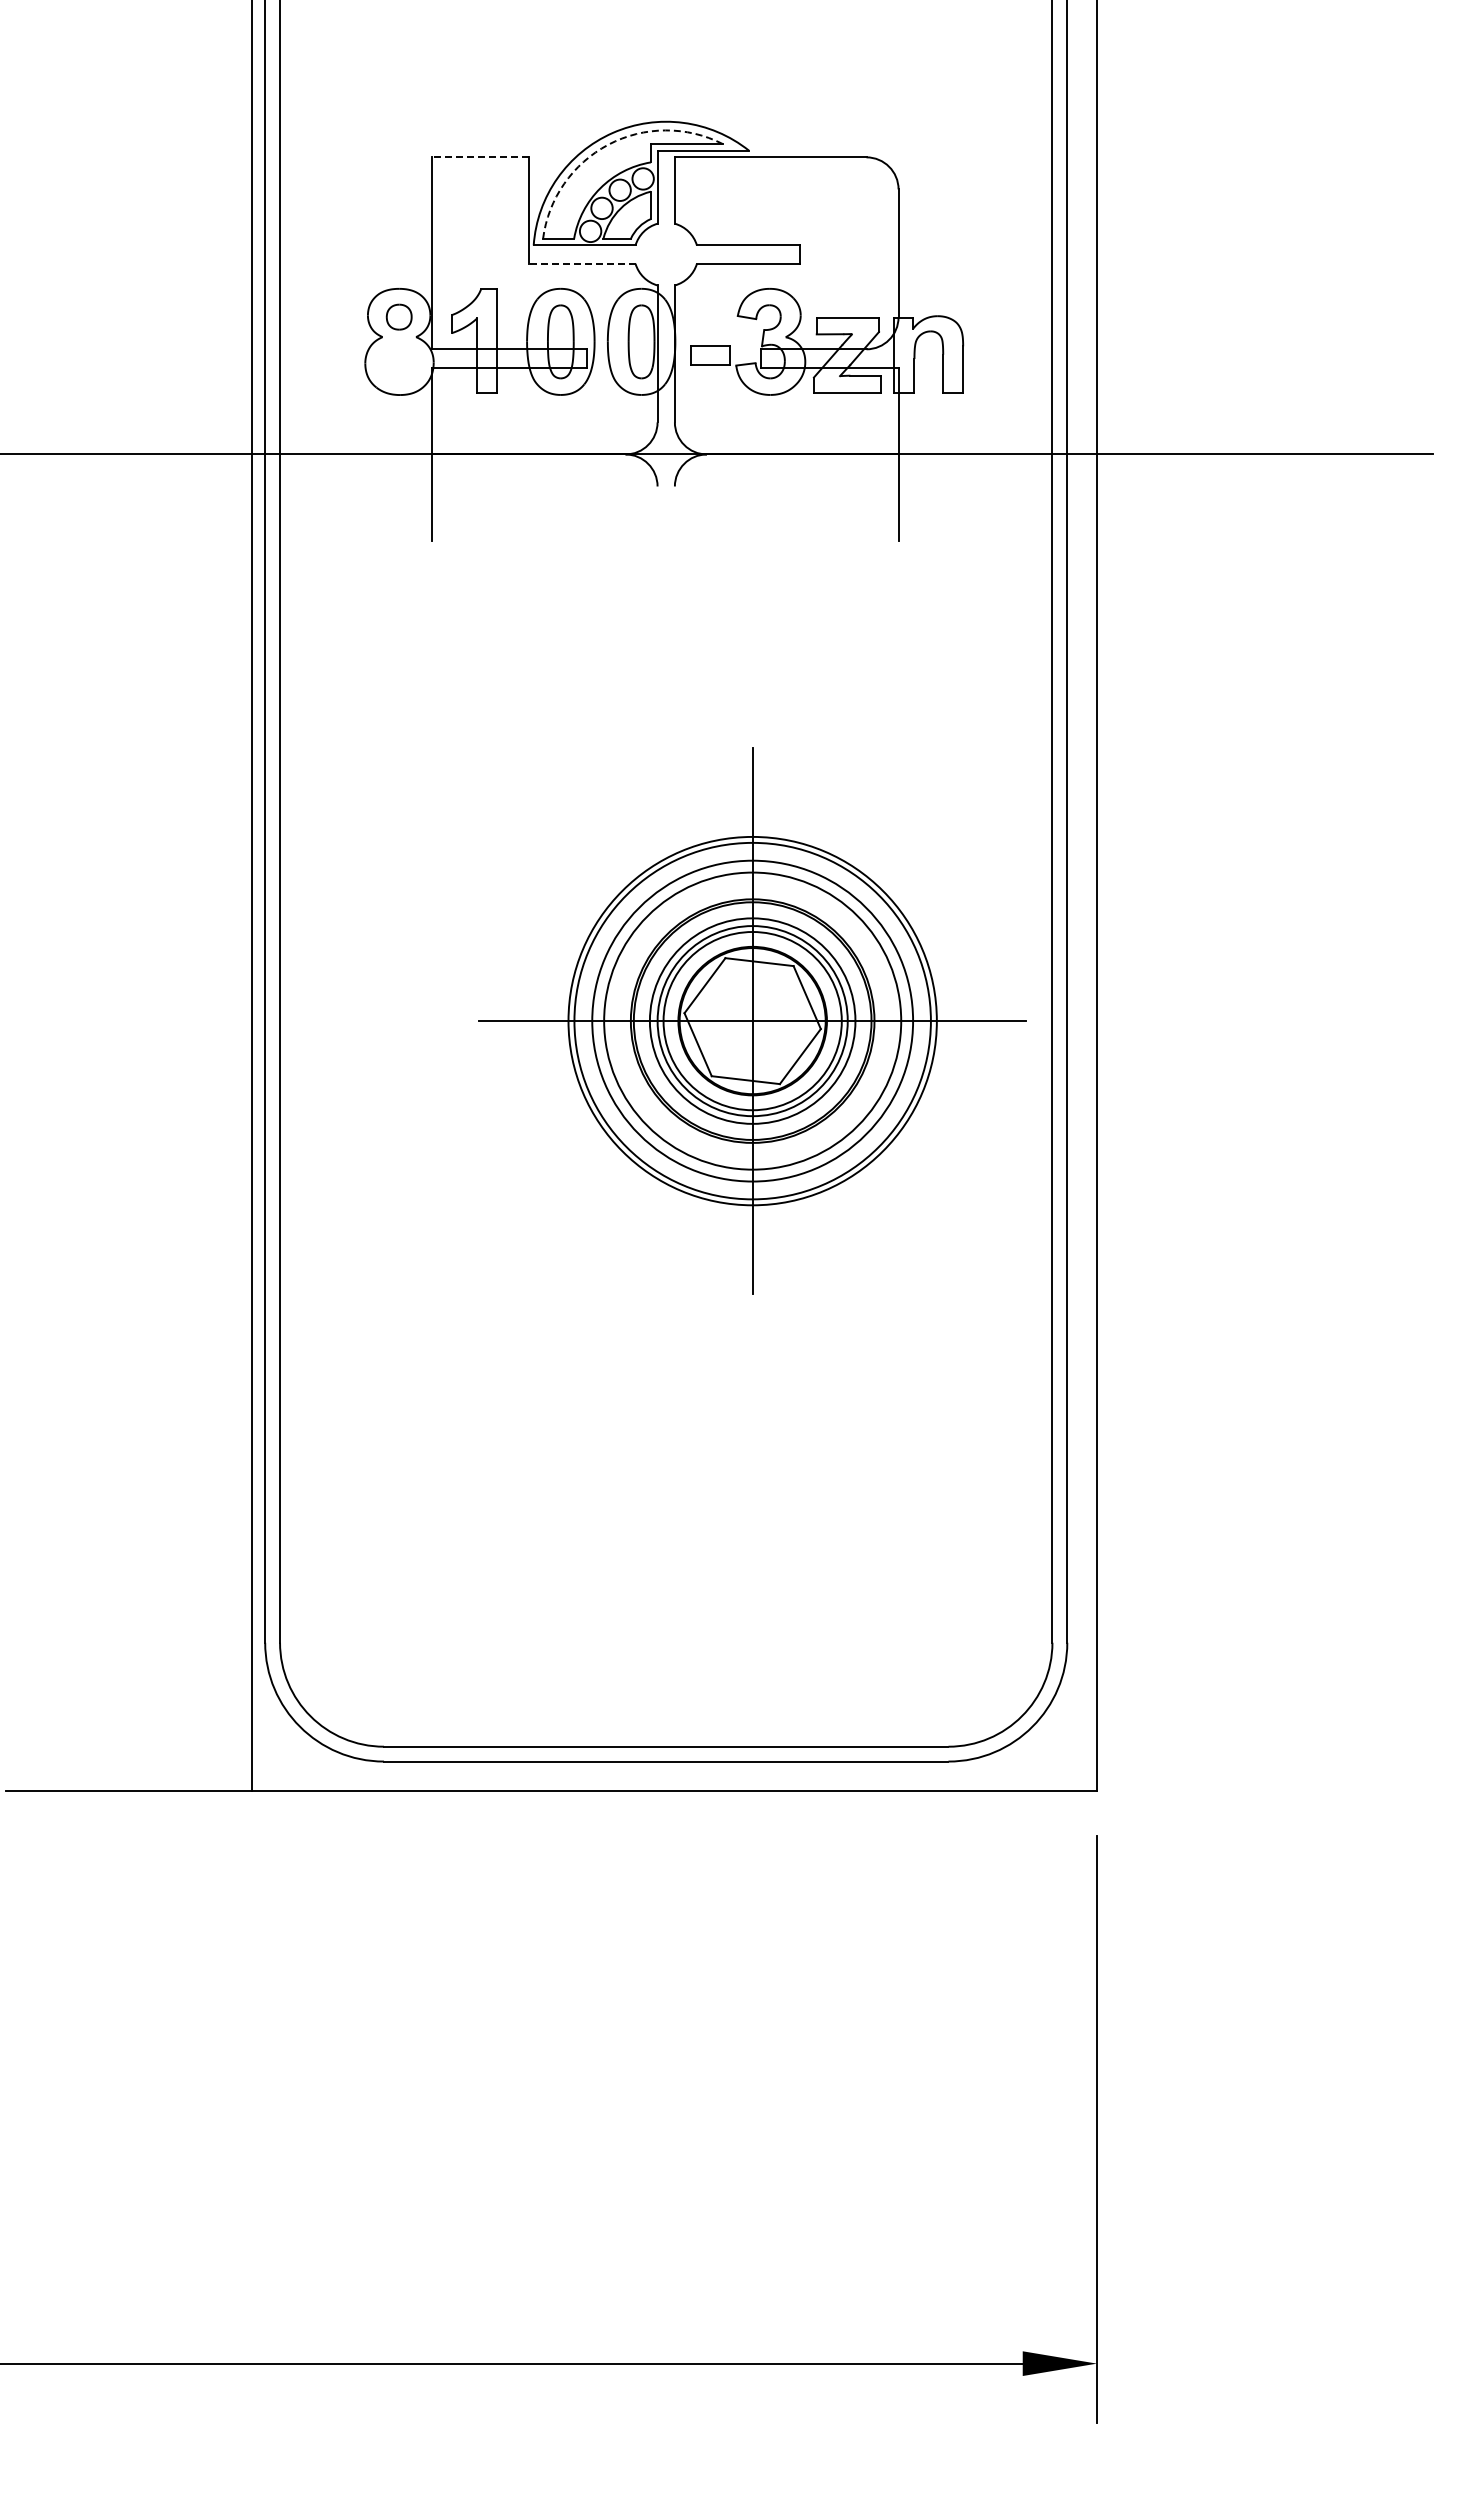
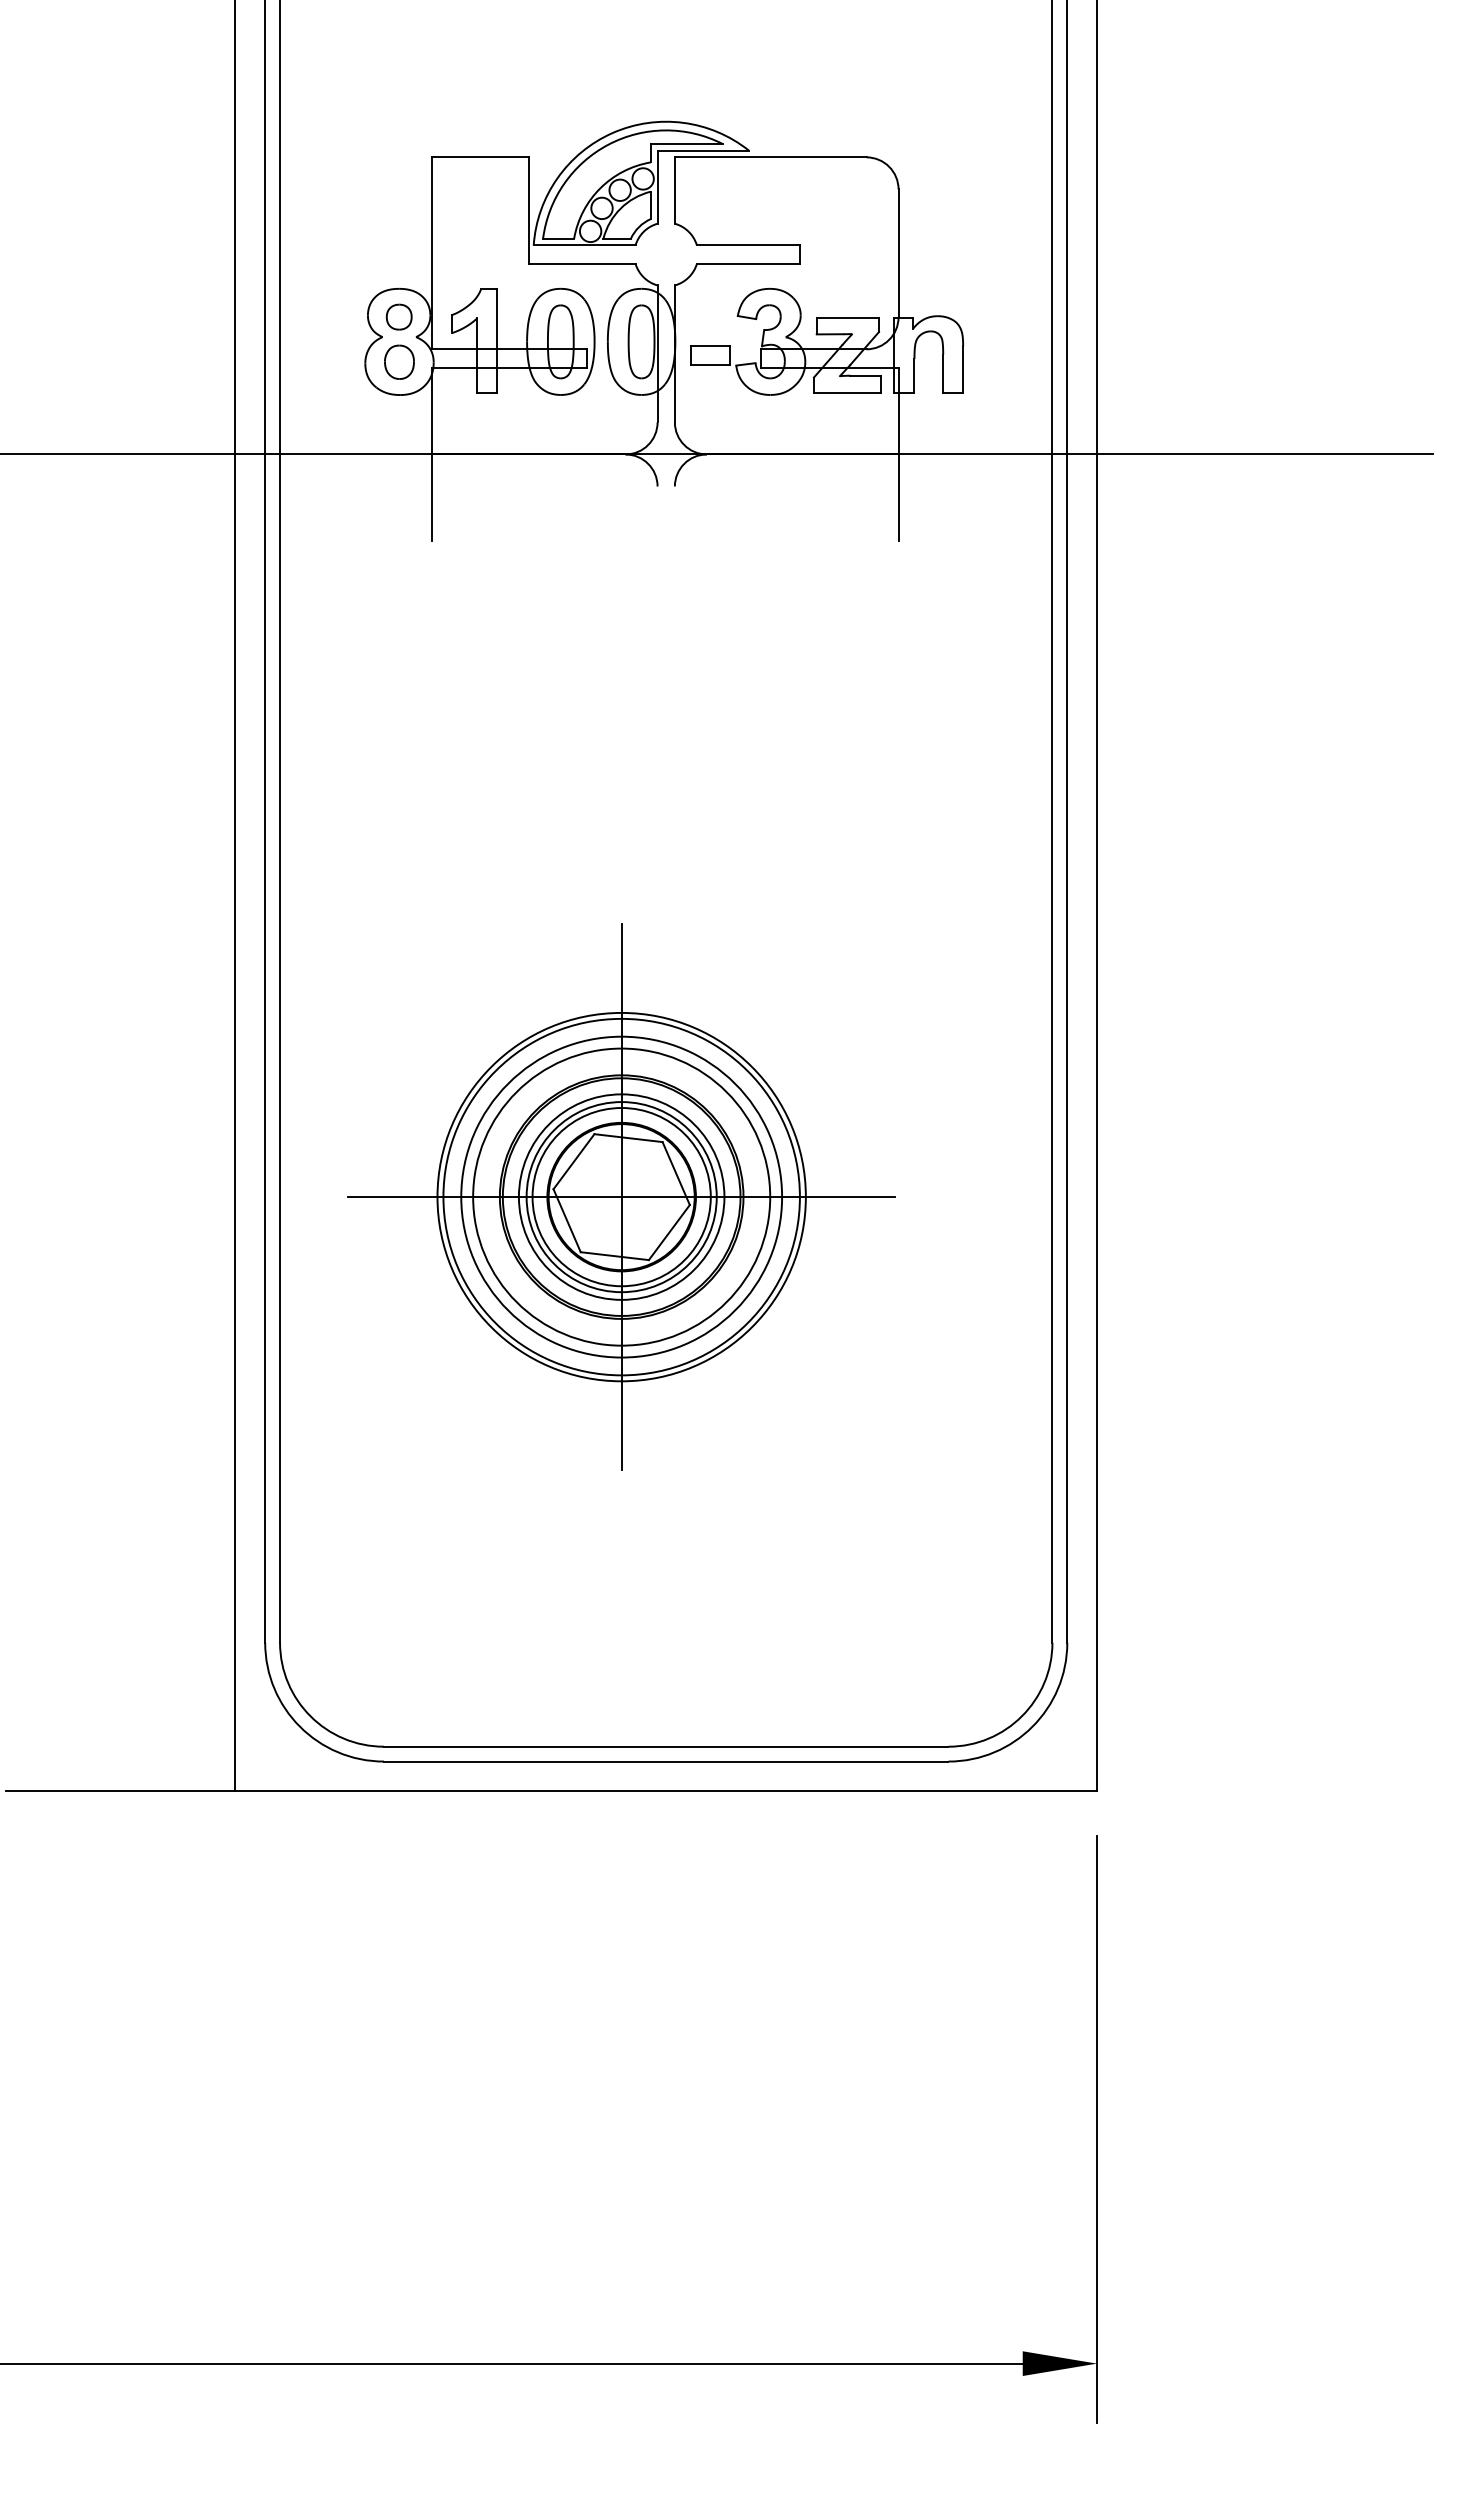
arc at (608, 144): dashed -> solid
line at (479, 157): dashed -> solid
line at (581, 263): dashed -> solid
part at (399, 361): none -> present
line at (252, 896) position: (252, 896) -> (235, 896)
part at (752, 1020) position: (752, 1020) -> (621, 1196)
